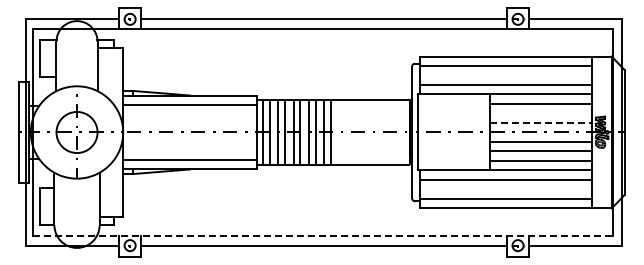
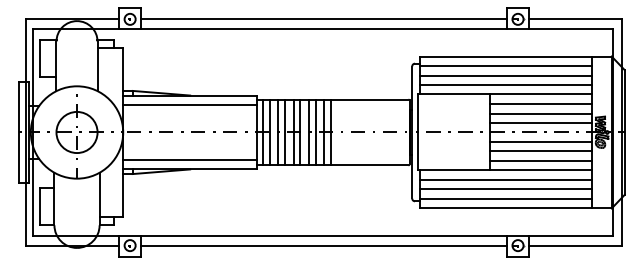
line at (506, 75): none -> present
line at (541, 113): none -> present
line at (541, 122): dashed -> solid
line at (506, 189): none -> present
line at (322, 236): dashed -> solid
